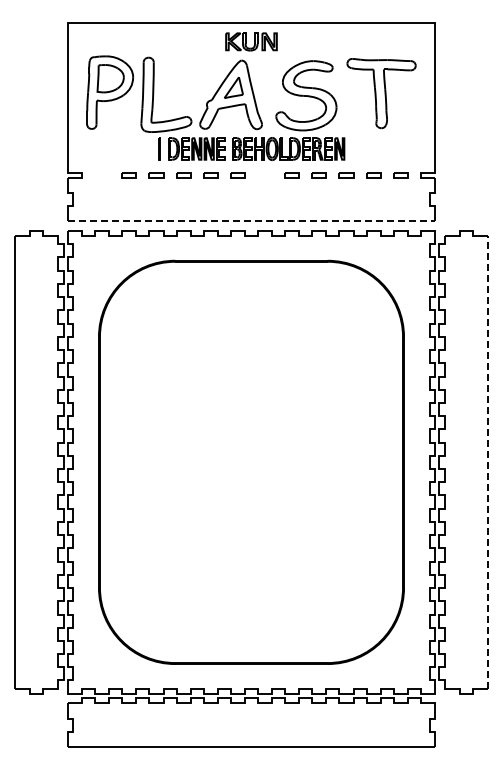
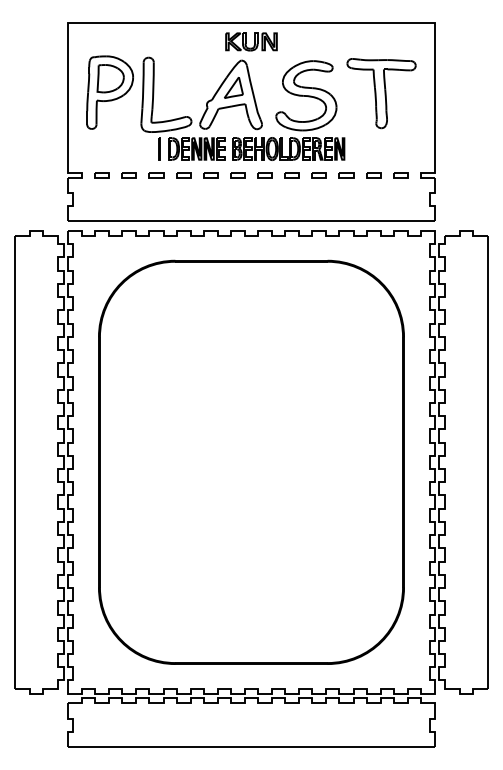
part at (101, 175): none -> present
part at (264, 175): none -> present
line at (251, 221): dashed -> solid
line at (488, 461): dashed -> solid
